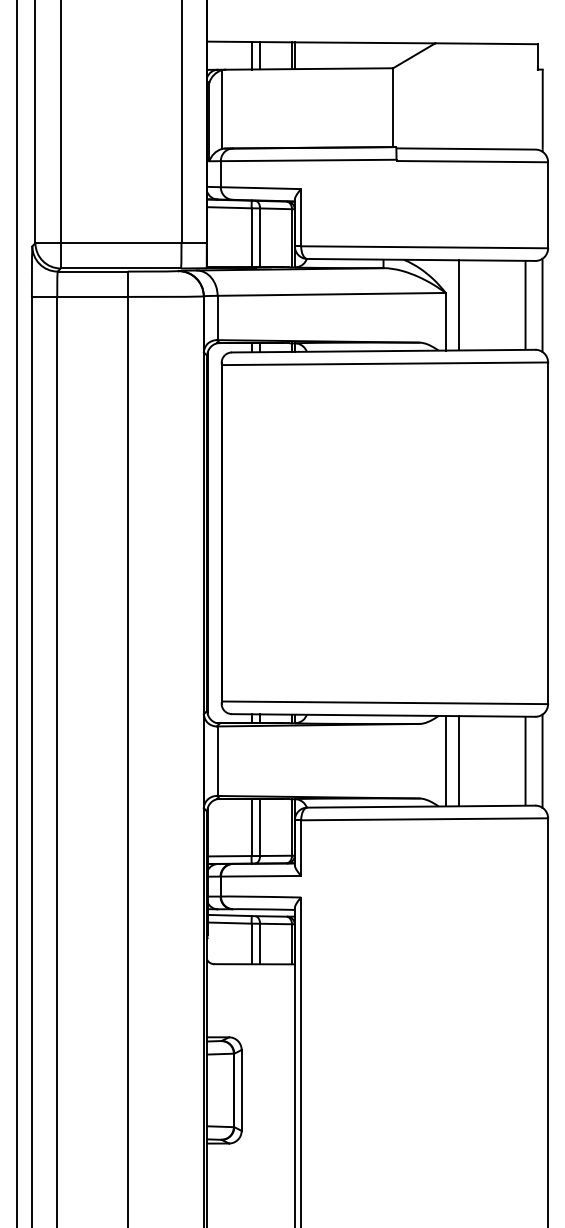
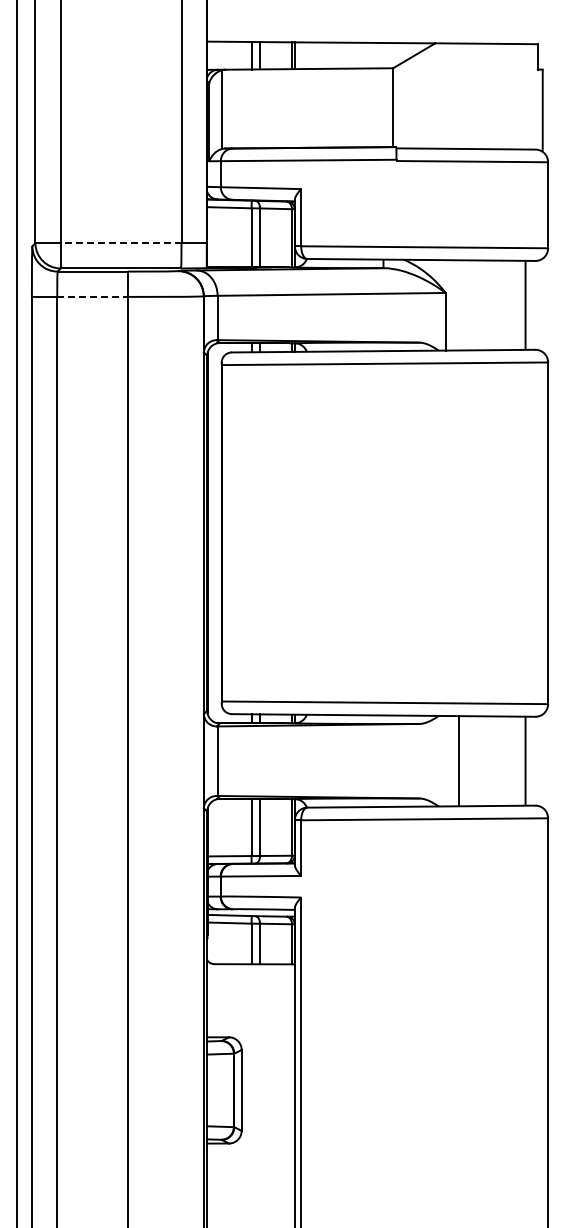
line at (120, 243): solid -> dashed
line at (93, 296): solid -> dashed
line at (542, 304): present -> none
line at (459, 305): present -> none
line at (542, 760): present -> none
line at (445, 761): present -> none
